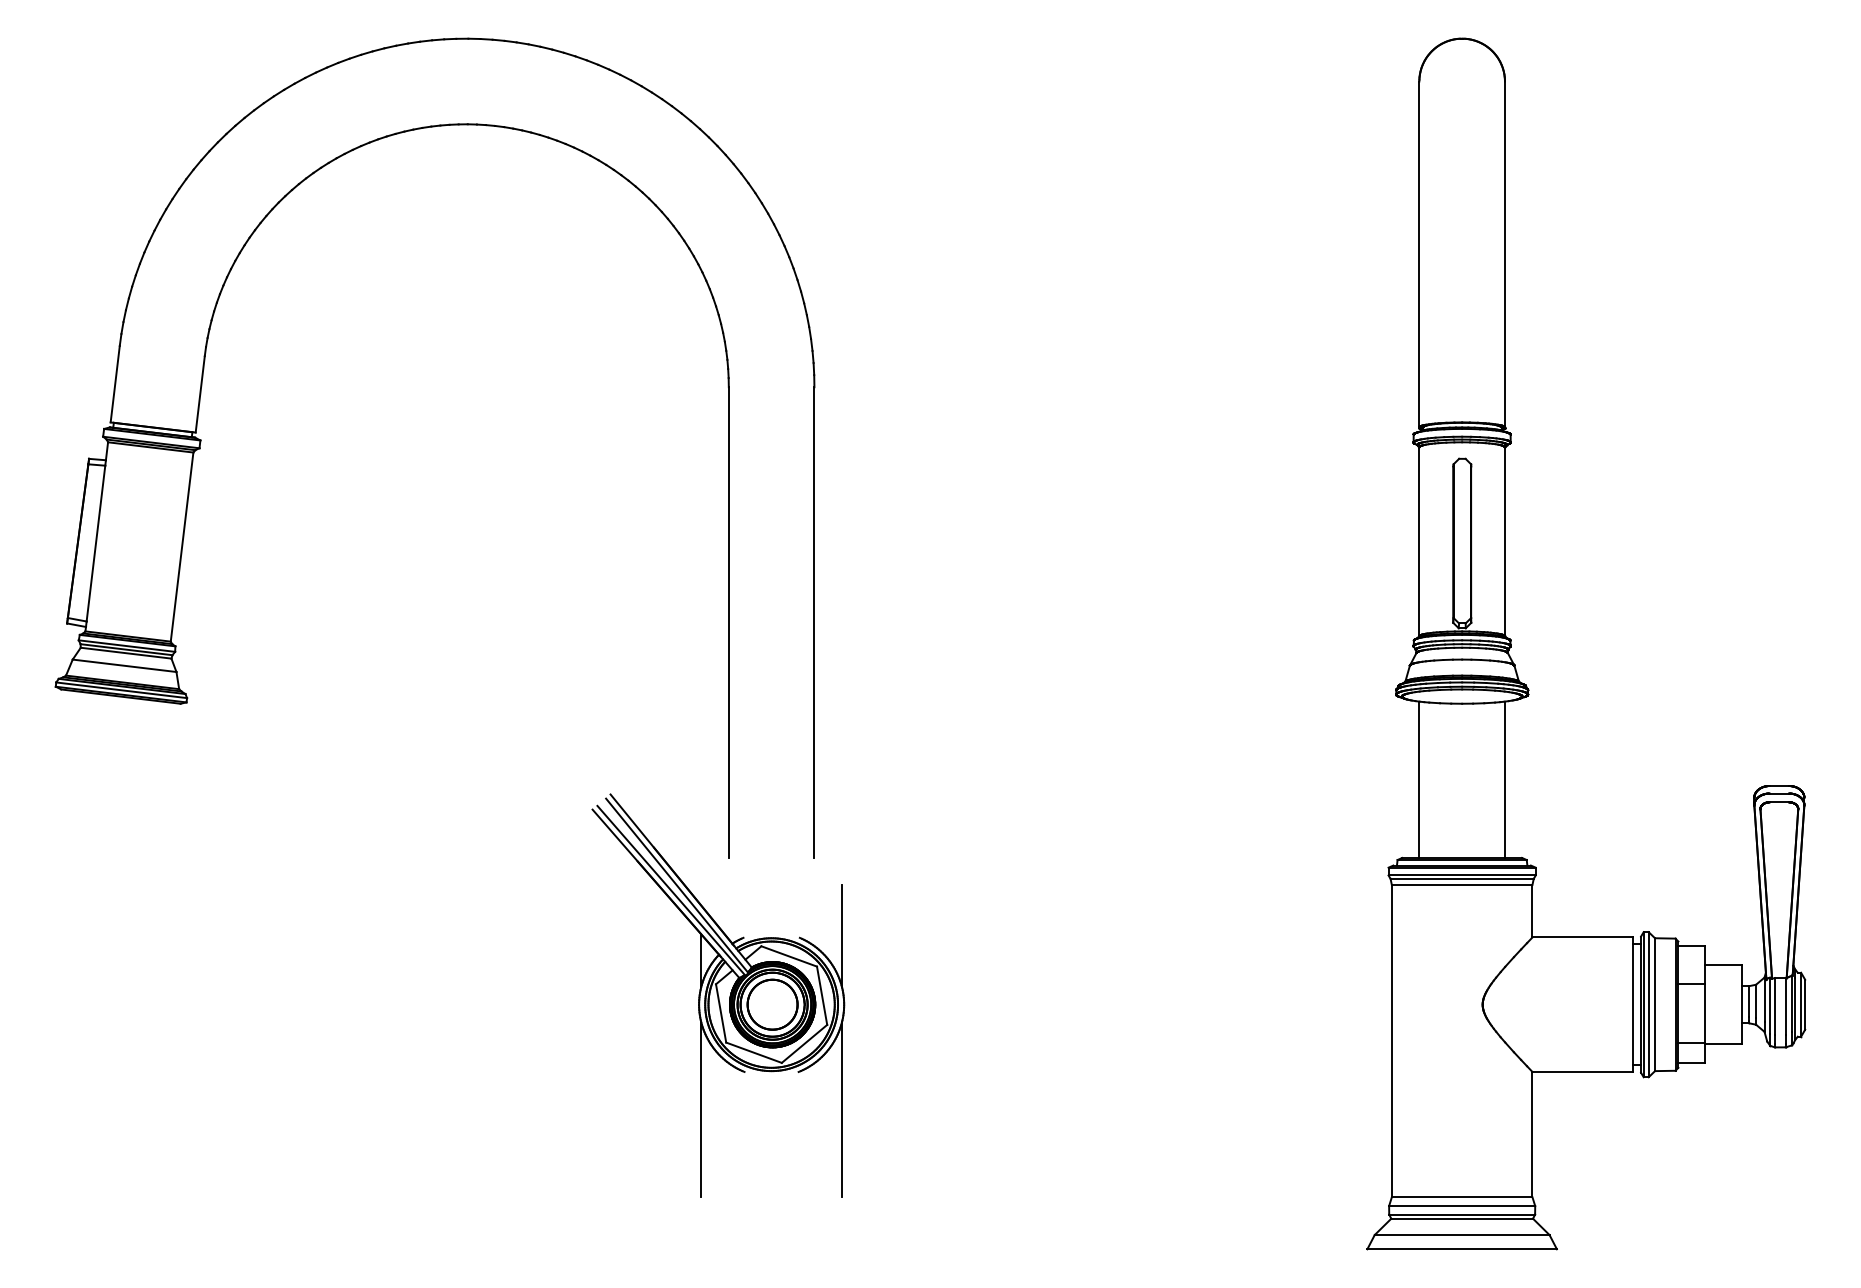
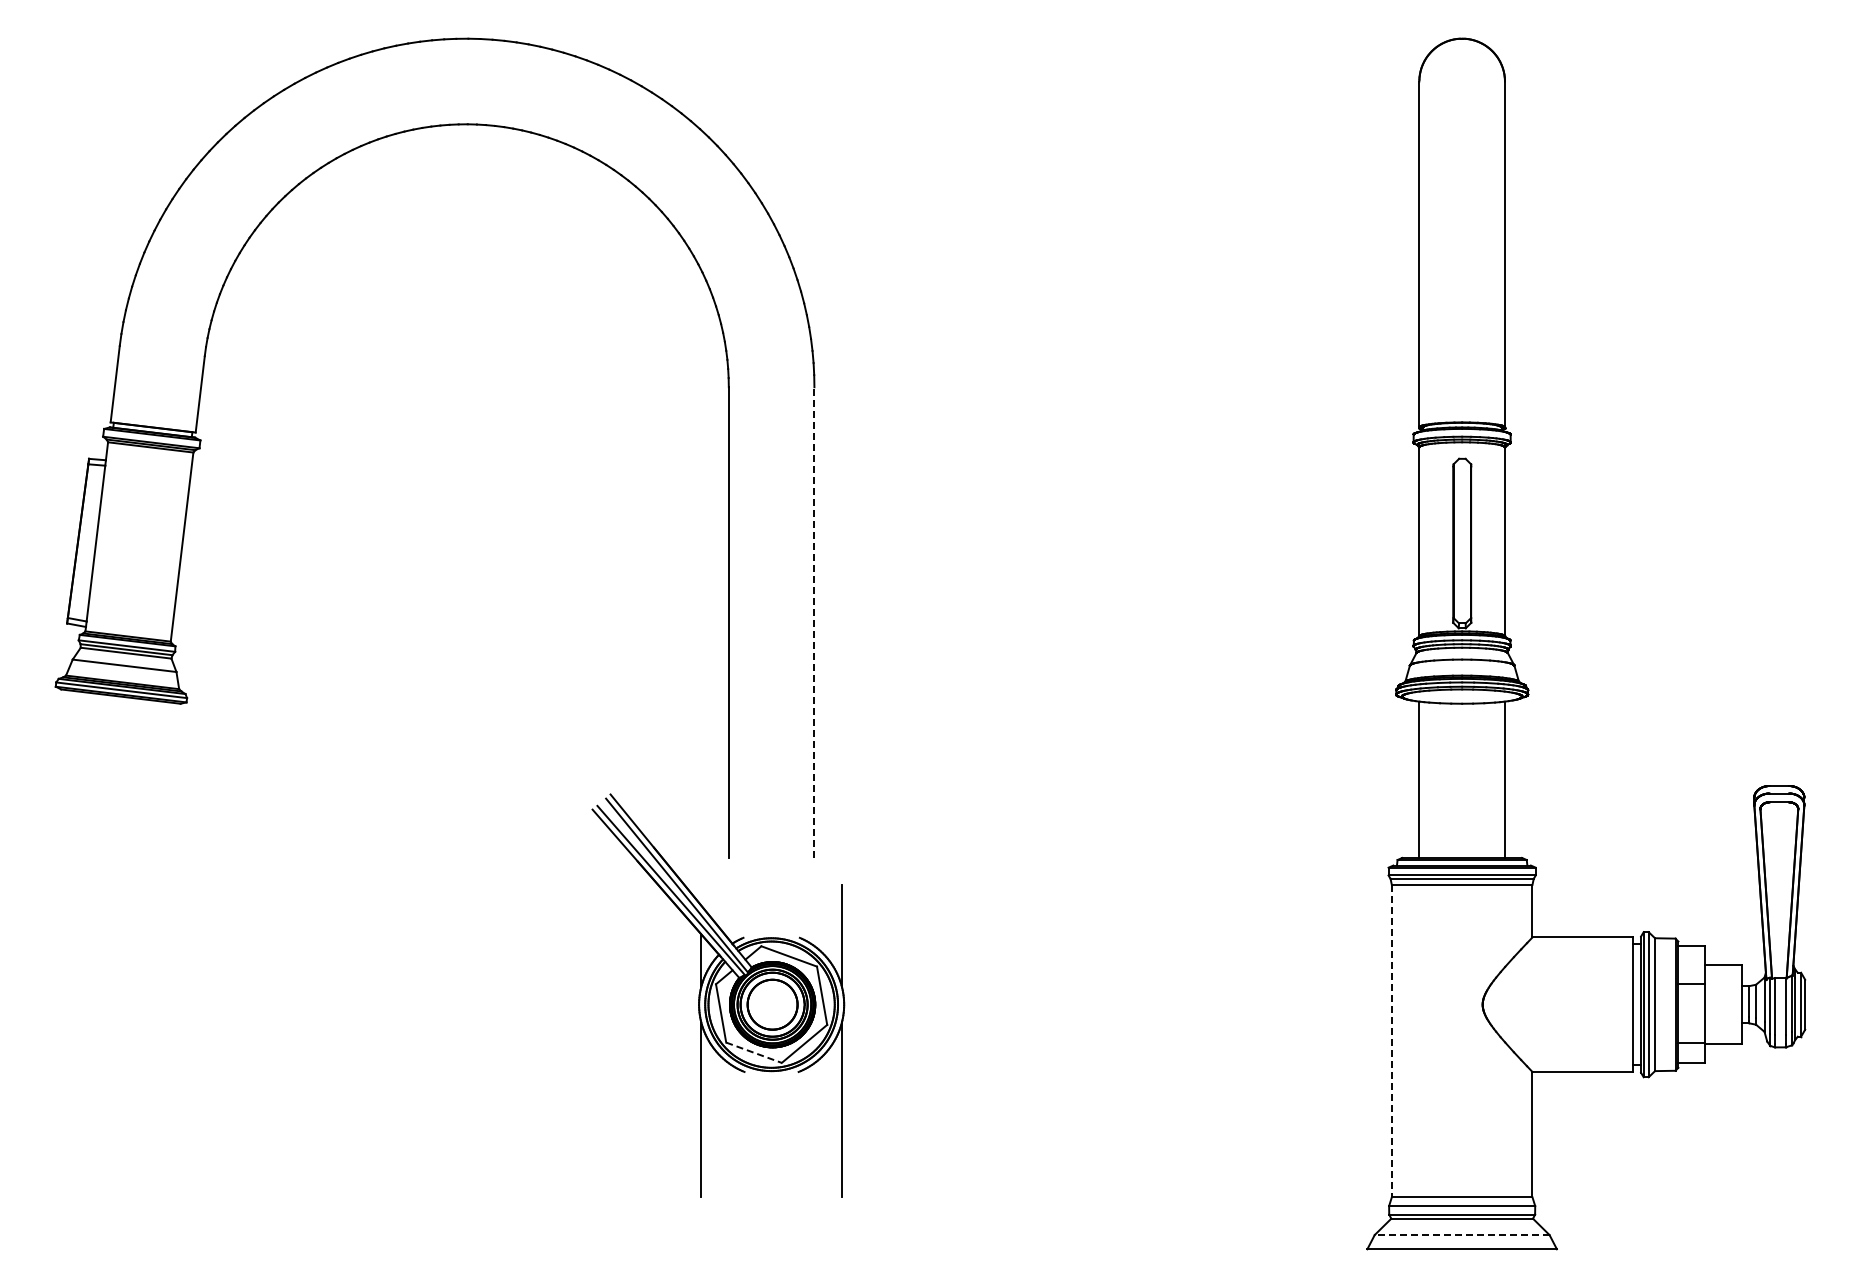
line at (814, 622): solid -> dashed
line at (1391, 1041): solid -> dashed
line at (754, 1052): solid -> dashed
line at (1461, 1235): solid -> dashed
